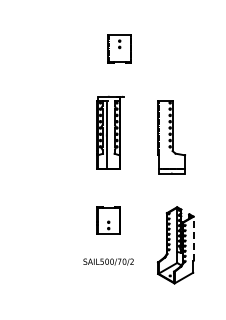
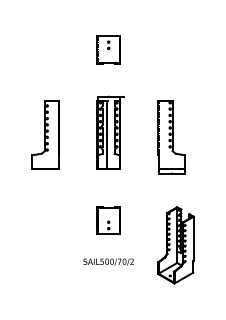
part at (119, 48) position: (119, 48) -> (108, 49)
part at (45, 134): none -> present
line at (193, 238): dashed -> solid
